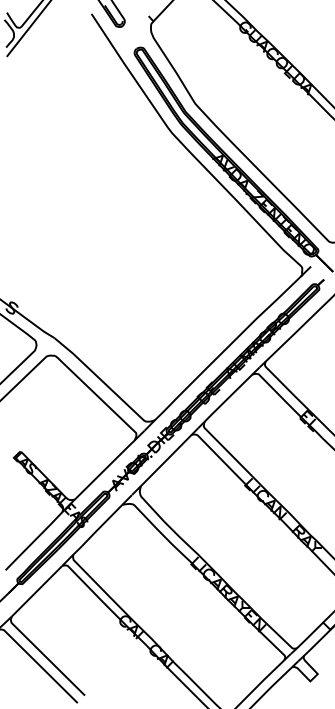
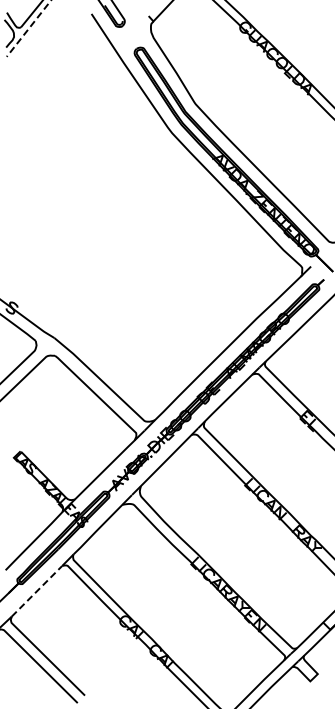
line at (28, 28): solid -> dashed
line at (36, 591): solid -> dashed
